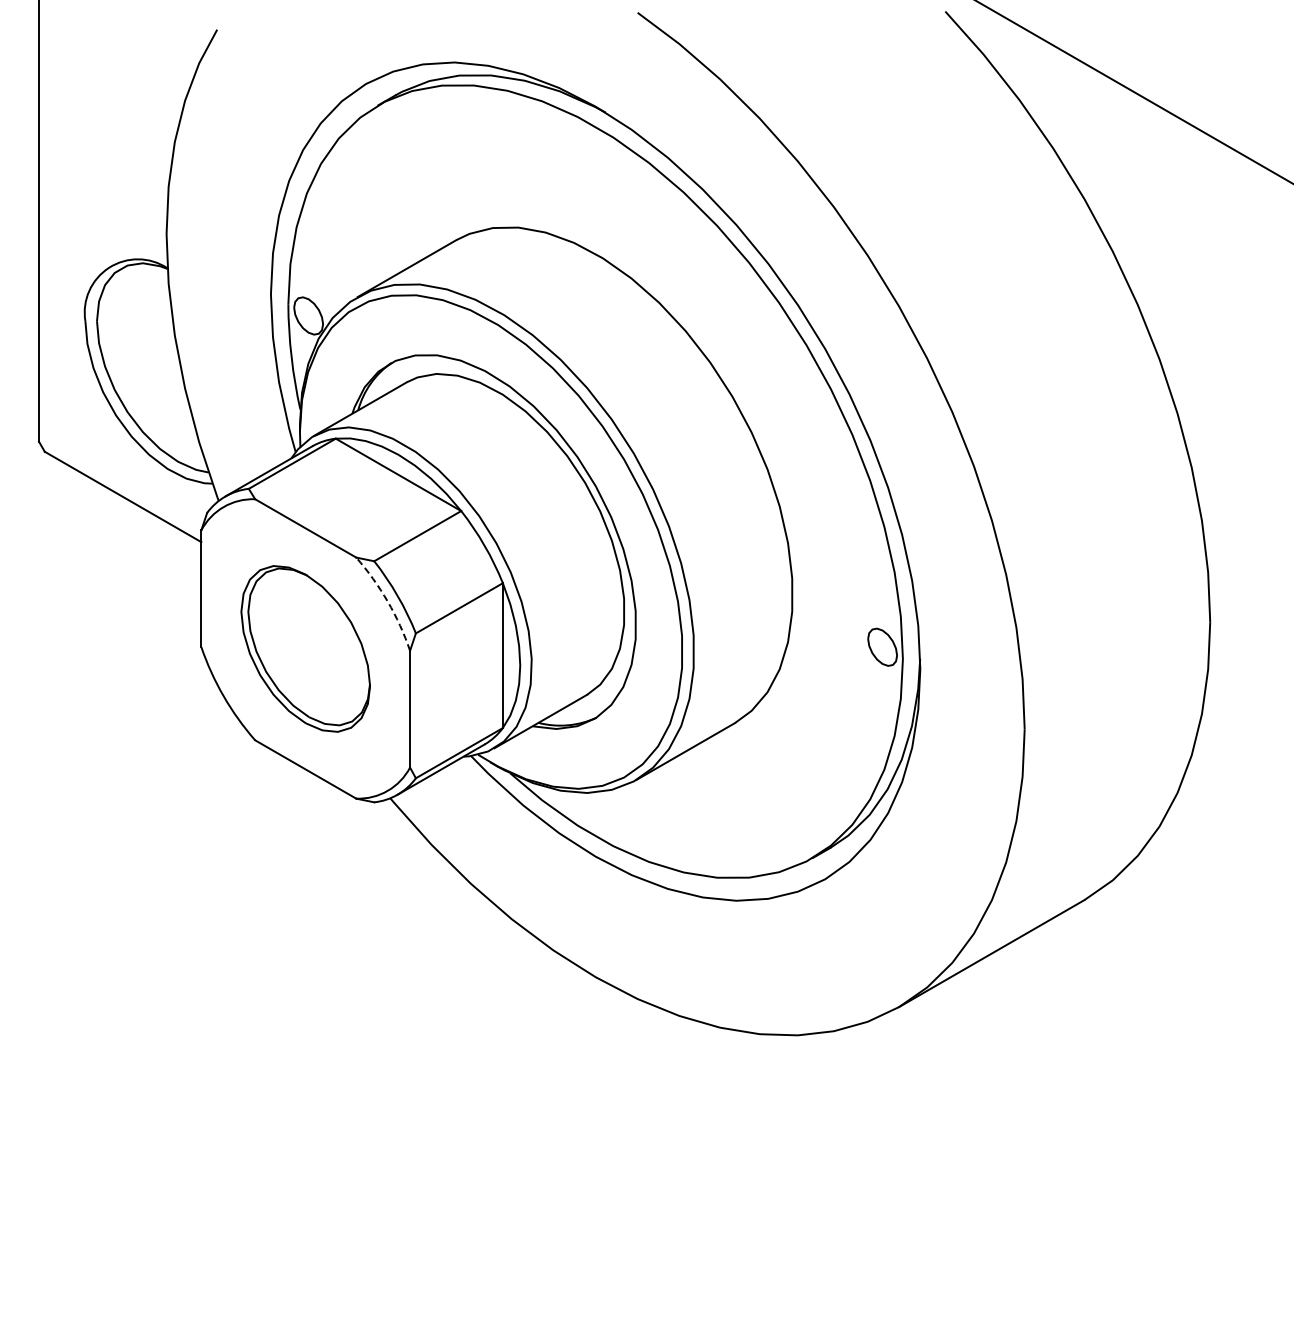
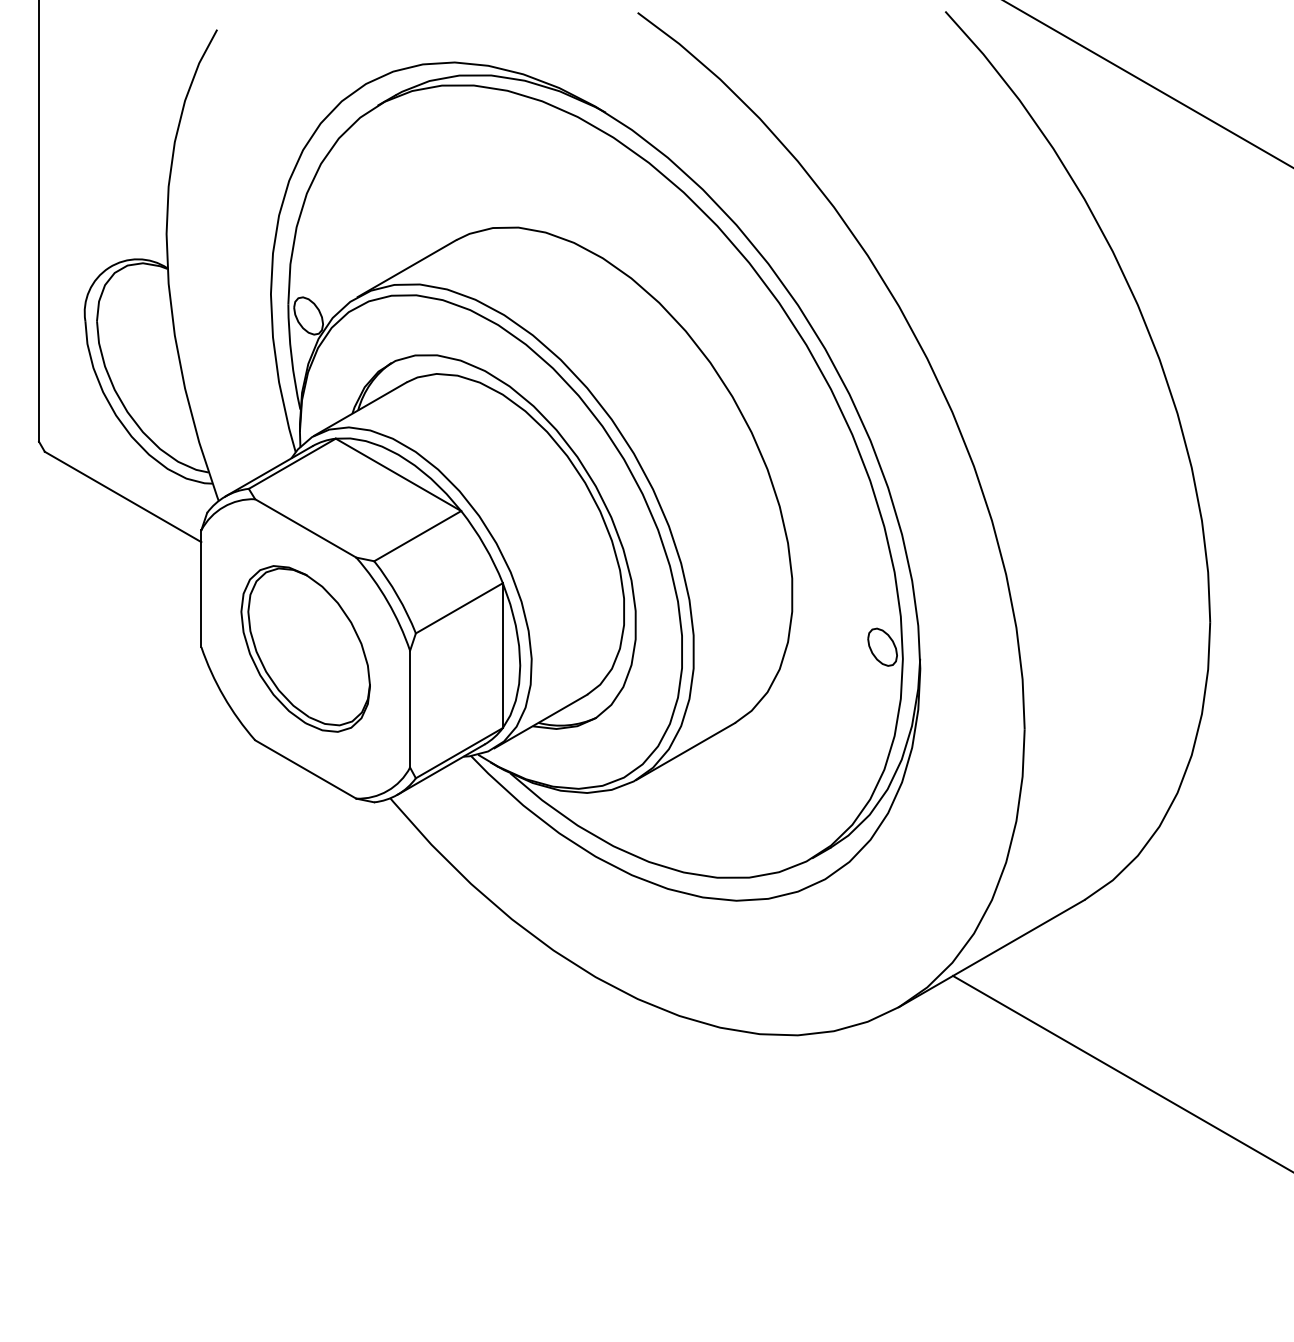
line at (1134, 92) position: (1134, 92) -> (1148, 84)
arc at (387, 601): dashed -> solid
line at (1121, 1072): none -> present
